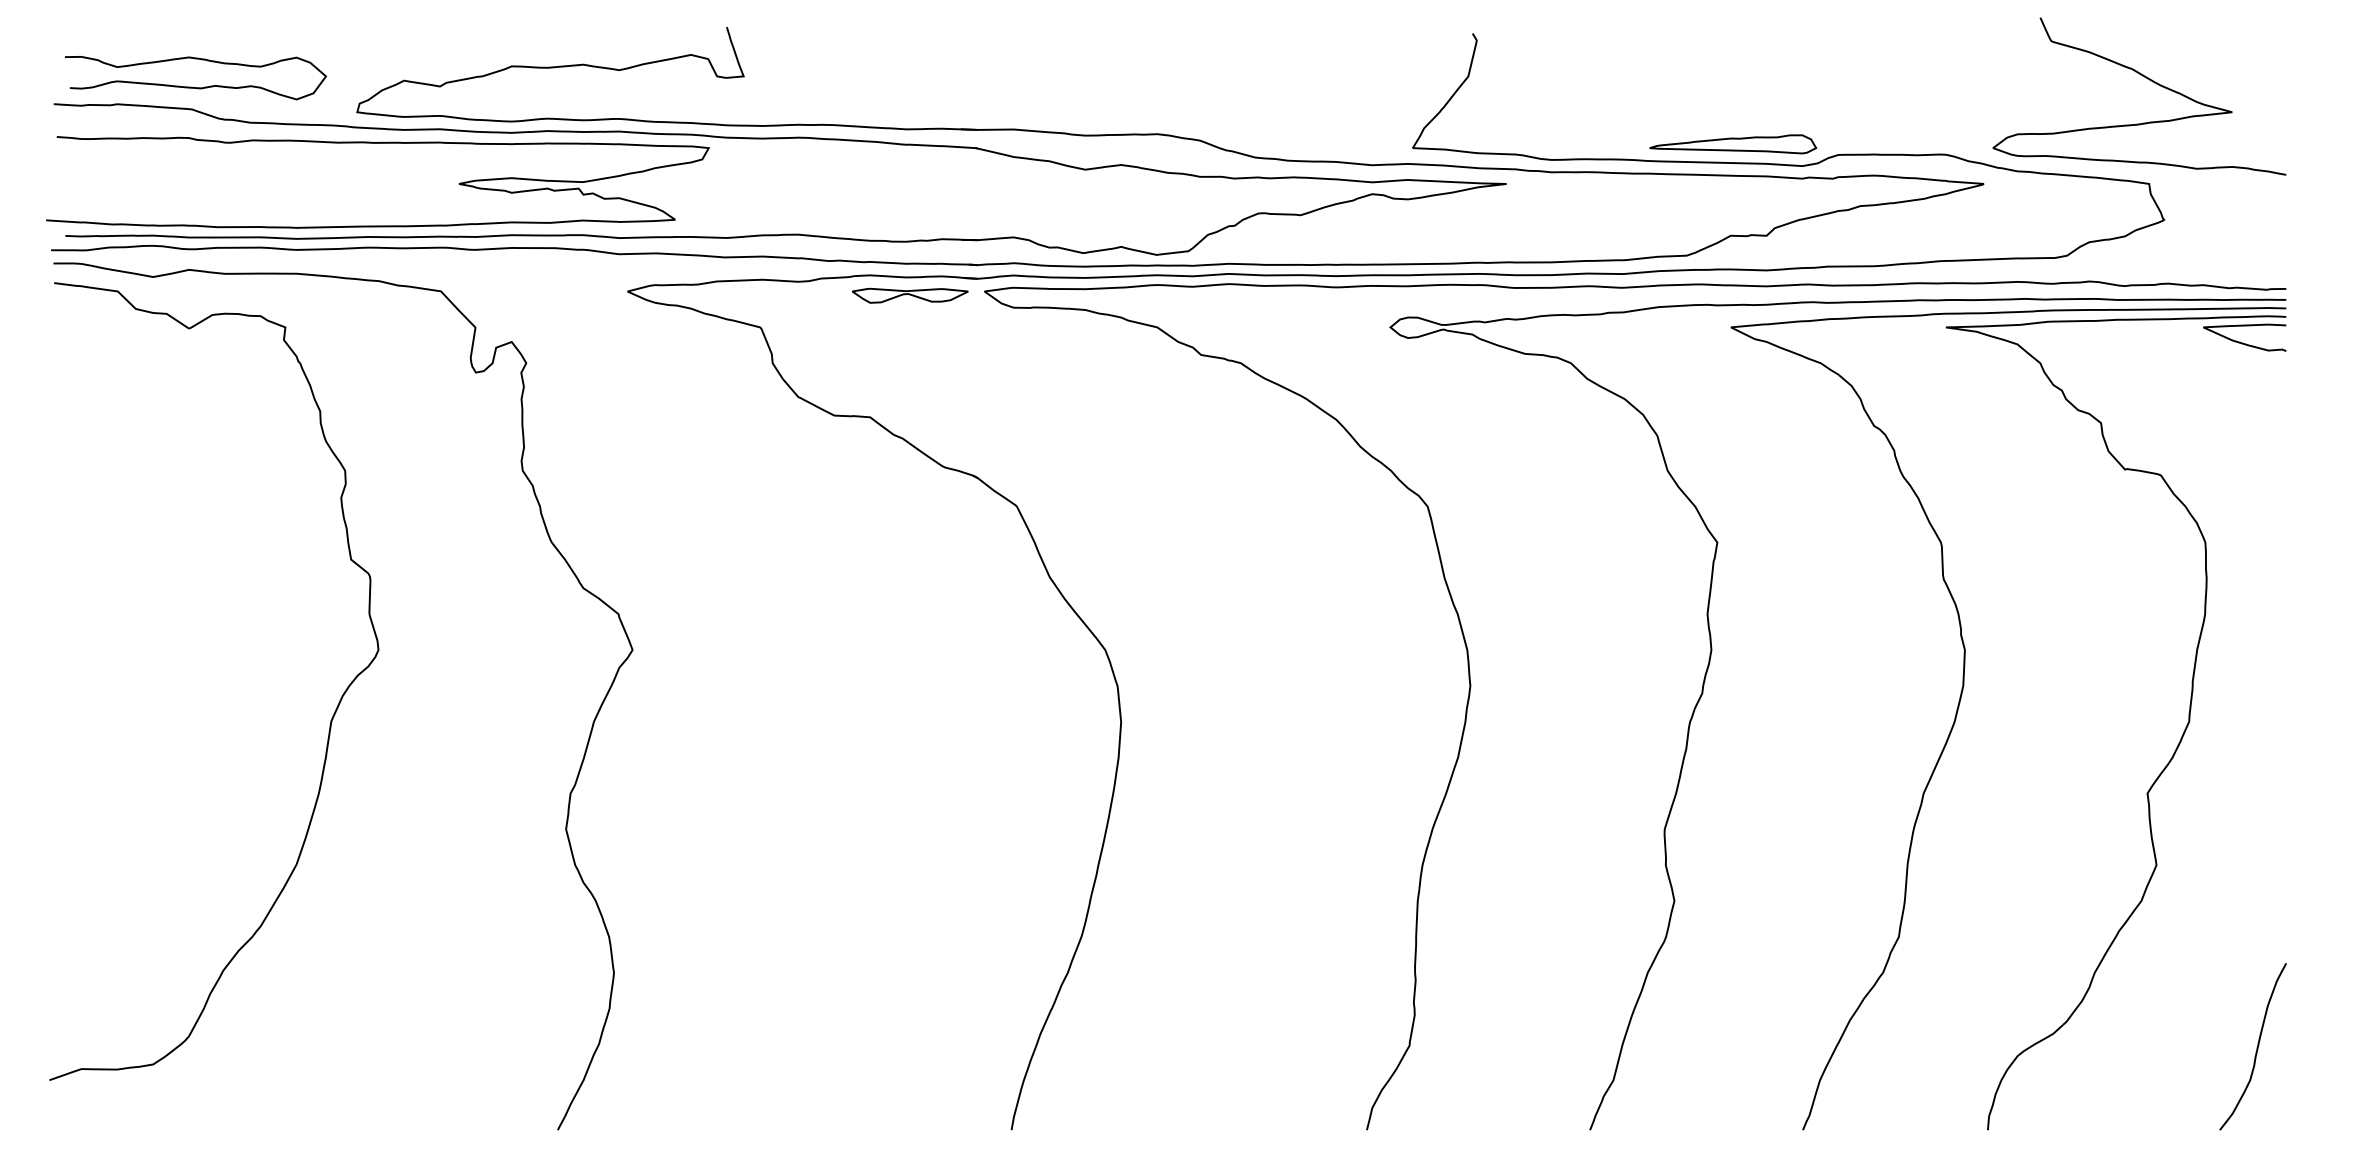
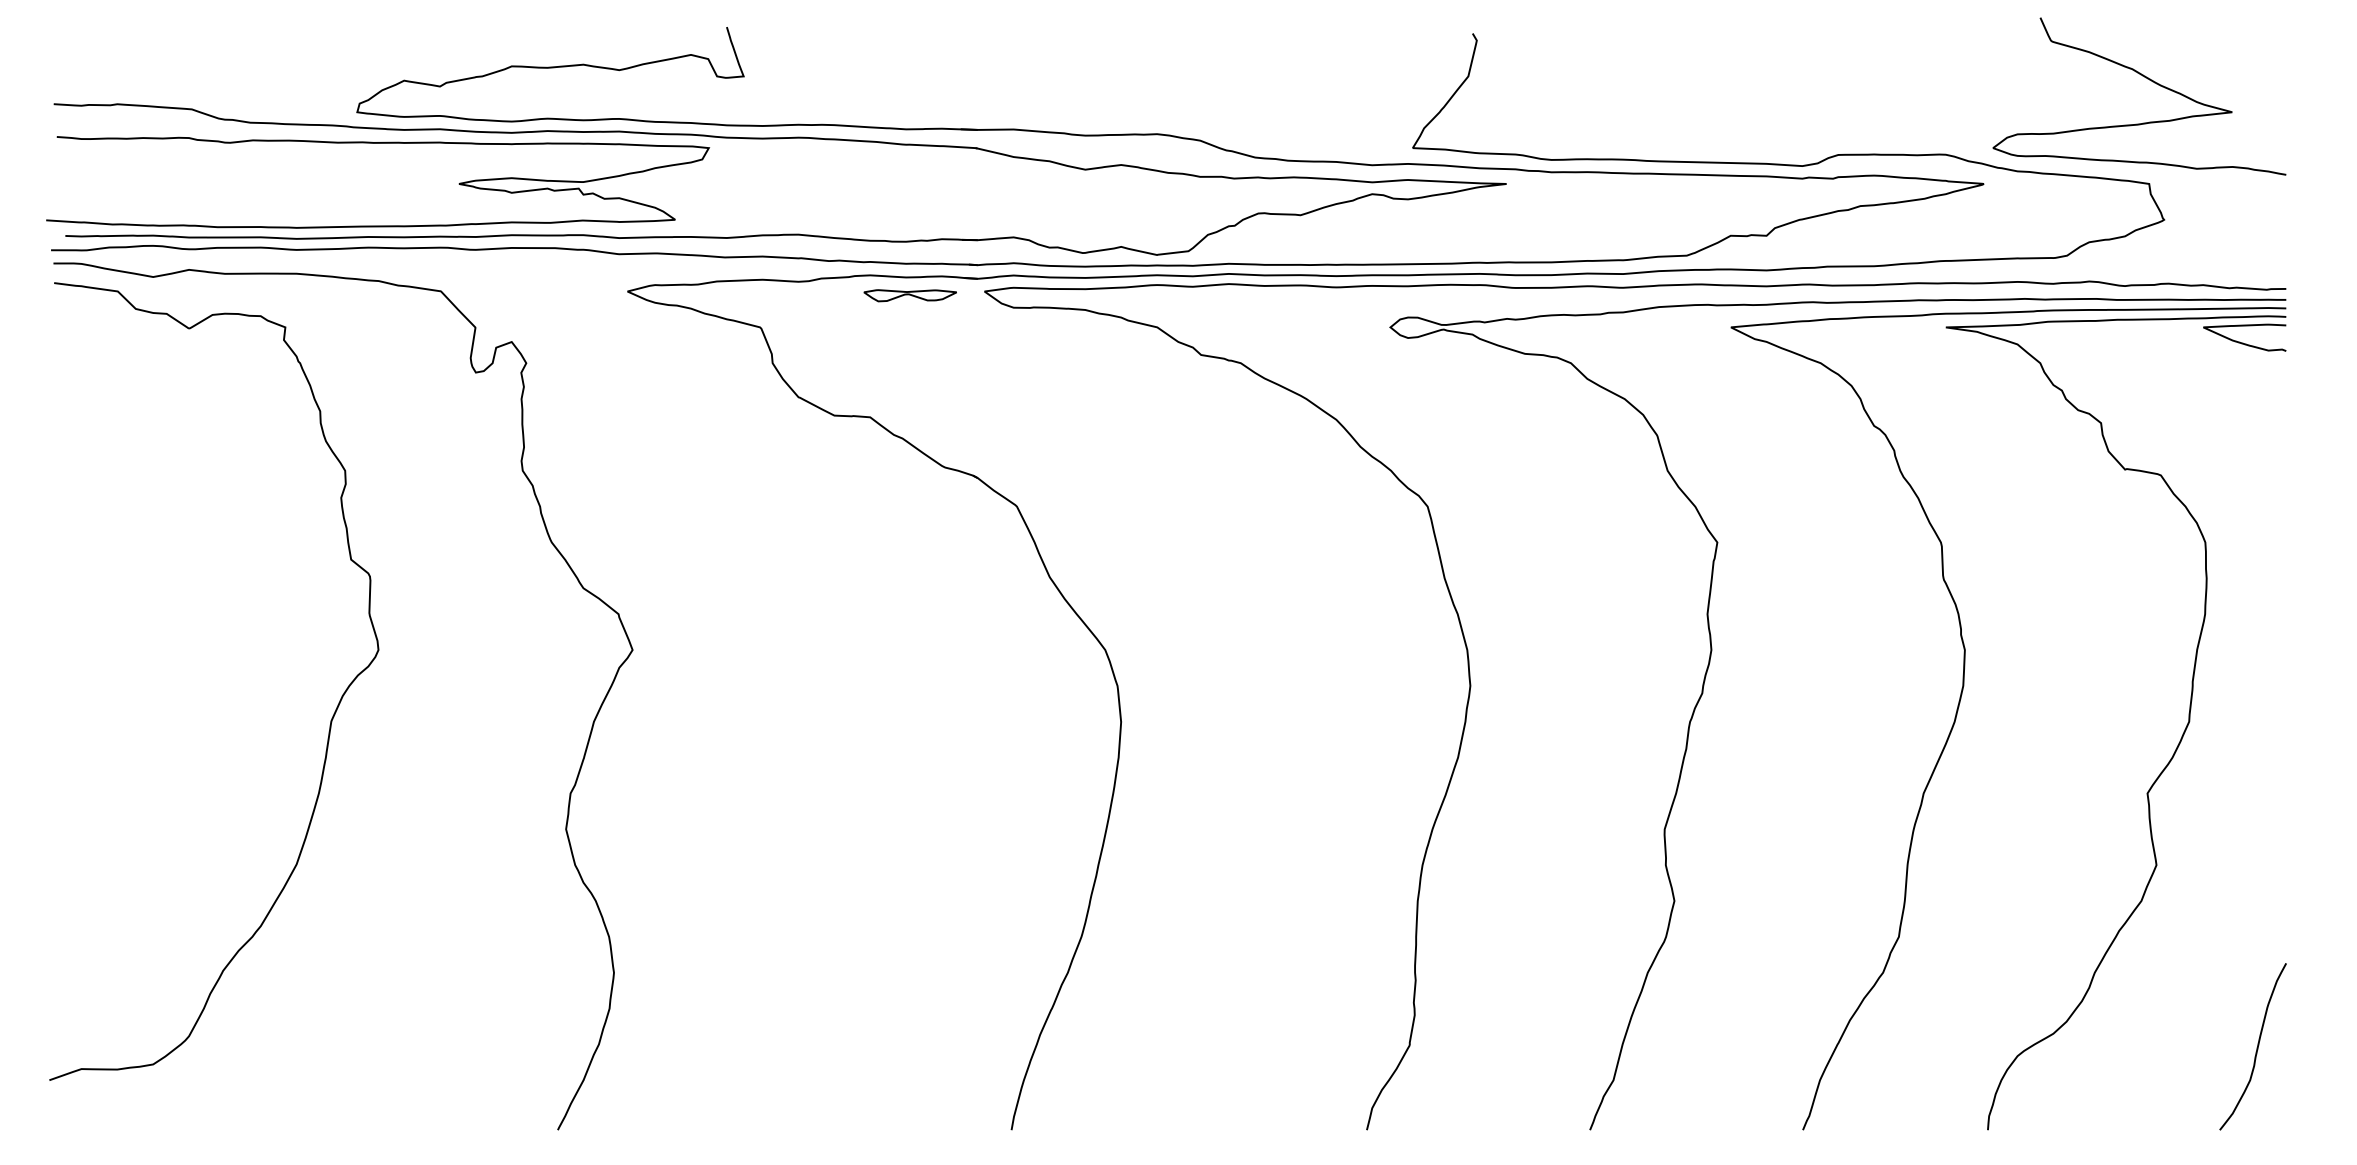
curve at (192, 86): present -> none
part at (1733, 144): present -> none
part at (910, 295) size: 117x17 px -> 94x14 px
